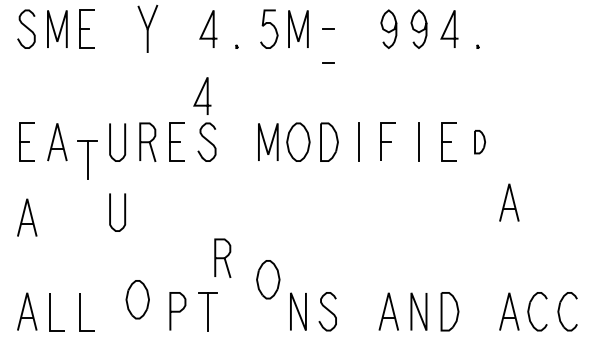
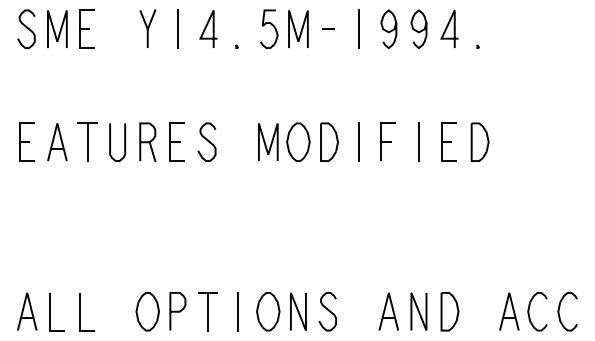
part at (147, 28) size: 22x49 px -> 18x39 px
line at (177, 29): none -> present
line at (358, 29): none -> present
line at (328, 62): present -> none
line at (200, 95): present -> none
part at (479, 142) size: 12x25 px -> 20x40 px
part at (87, 159) position: (87, 159) -> (87, 141)
part at (509, 202): present -> none
curve at (110, 212): present -> none
part at (27, 217): present -> none
part at (222, 257): present -> none
part at (268, 279) position: (268, 279) -> (268, 311)
part at (137, 299) position: (137, 299) -> (147, 311)
line at (238, 311): none -> present
